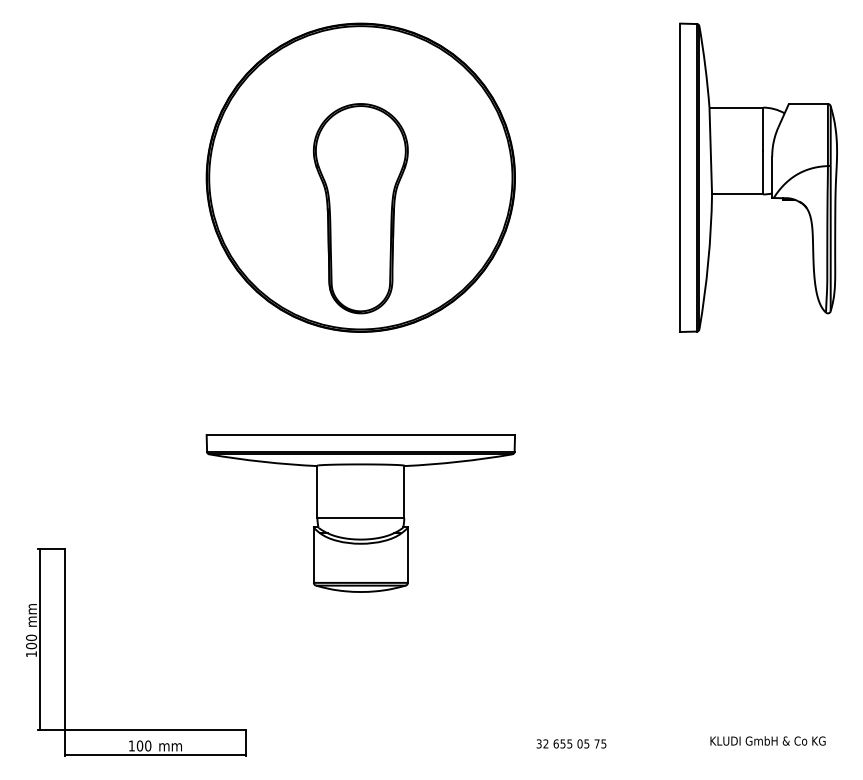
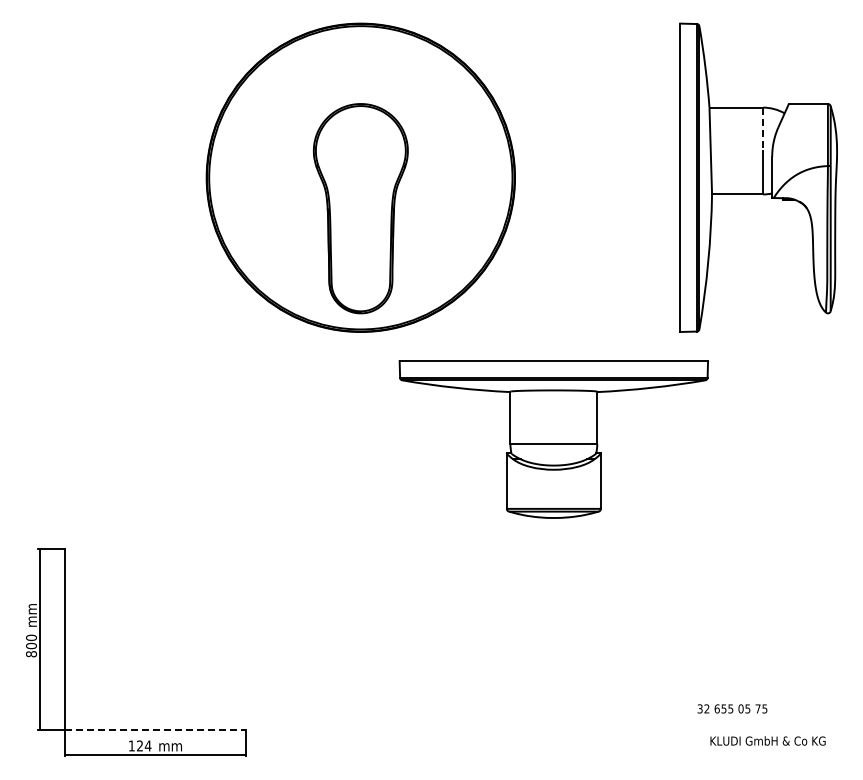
line at (763, 129): solid -> dashed
part at (360, 513) position: (360, 513) -> (553, 439)
text at (31, 654): 100 -> 800
line at (156, 730): solid -> dashed
text at (571, 743) position: (571, 743) -> (732, 708)
text at (143, 745): 100 -> 124
